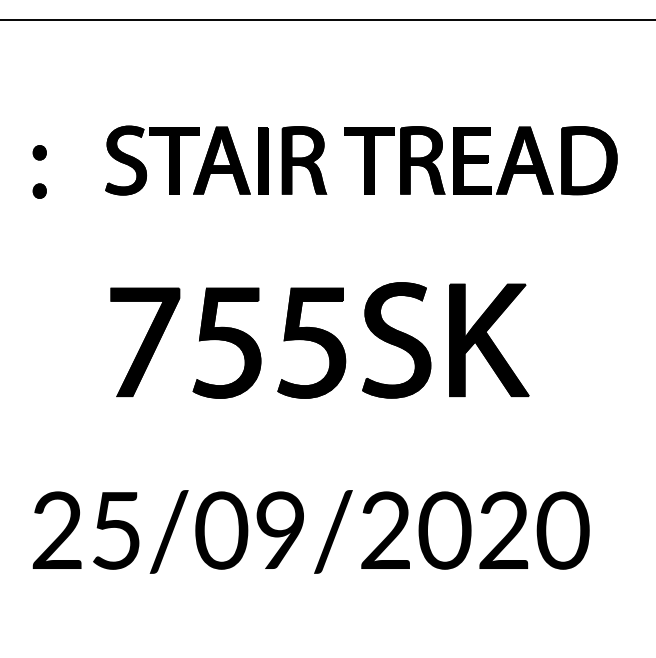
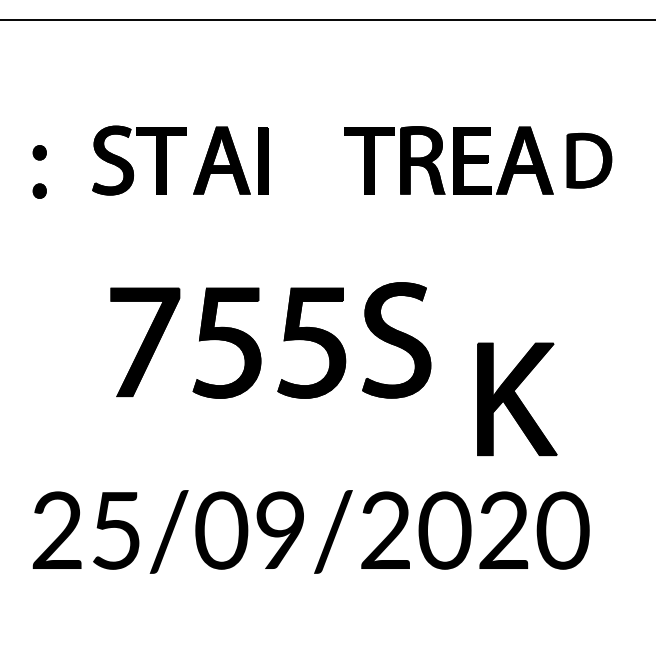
part at (304, 160): present -> none
part at (589, 160) size: 57x70 px -> 47x57 px
part at (144, 165) position: (144, 165) -> (131, 165)
part at (489, 340) position: (489, 340) -> (517, 399)
